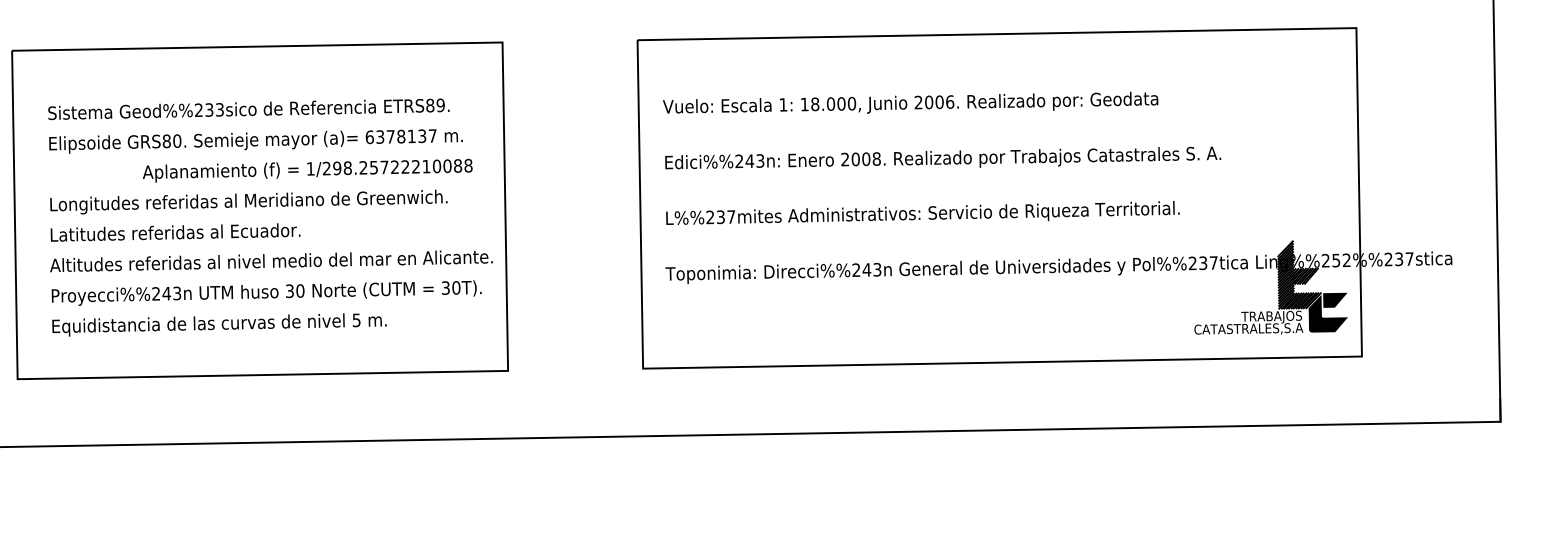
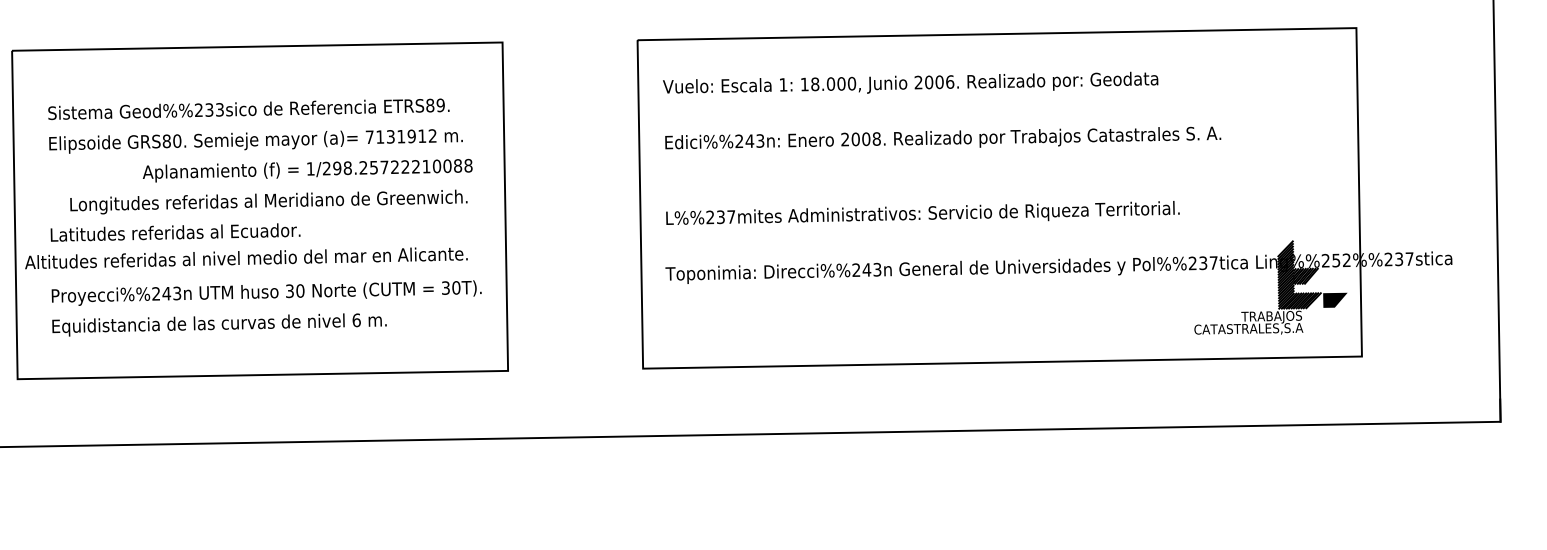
text at (910, 102) position: (910, 102) -> (910, 82)
text at (400, 136): 6378137 -> 7131912
text at (943, 157) position: (943, 157) -> (943, 137)
text at (248, 201) position: (248, 201) -> (268, 201)
text at (271, 261) position: (271, 261) -> (246, 258)
fill at (1328, 313): present -> none
text at (356, 320): 5 -> 6
